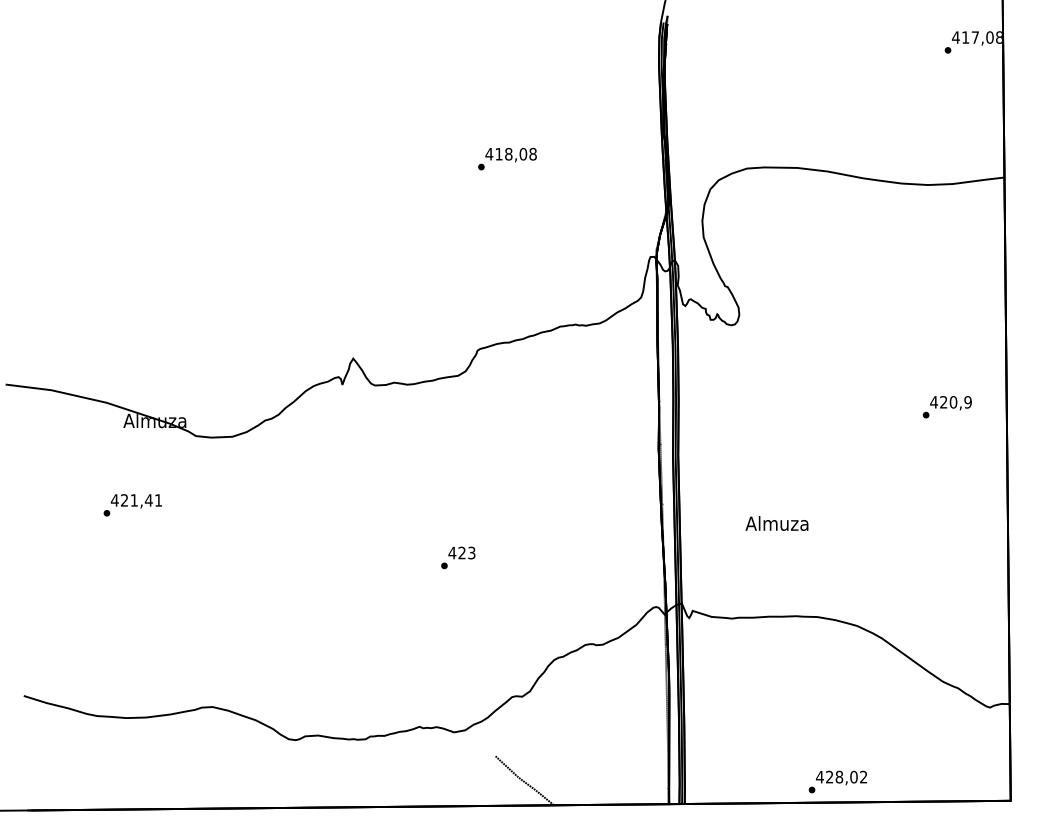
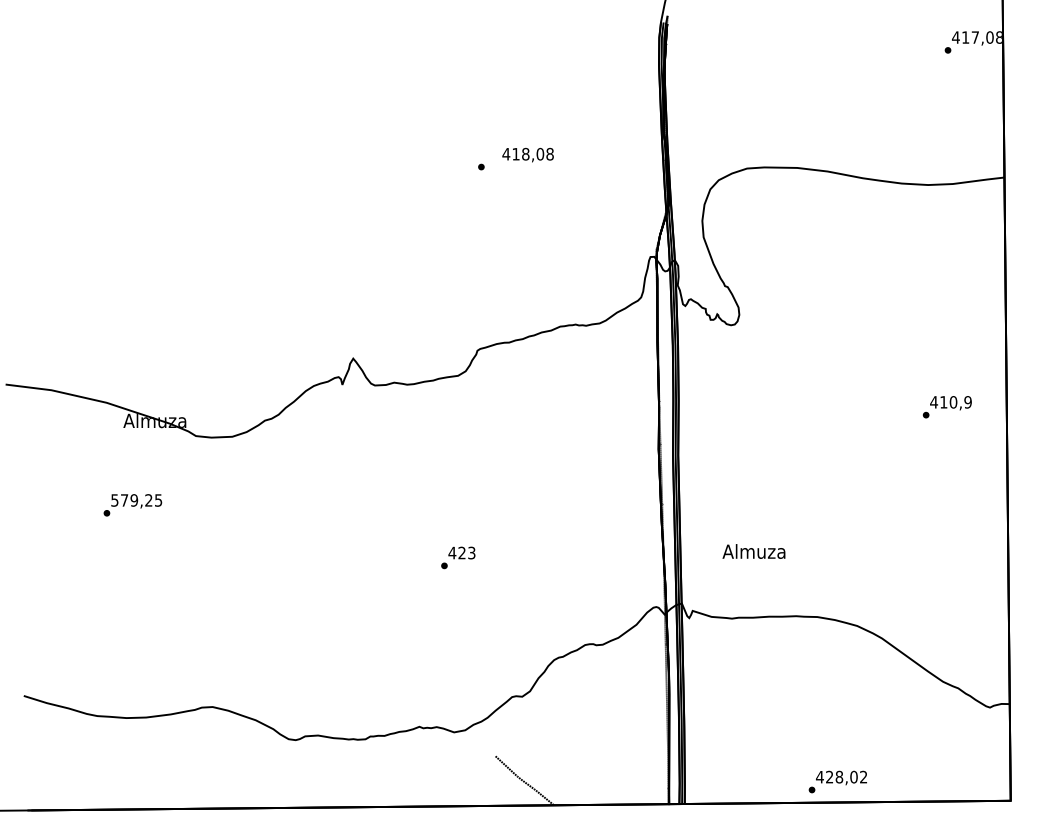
text at (510, 154) position: (510, 154) -> (527, 154)
text at (943, 402): 420,9 -> 410,9
text at (136, 500): 421,41 -> 579,25
text at (776, 523) position: (776, 523) -> (753, 551)
